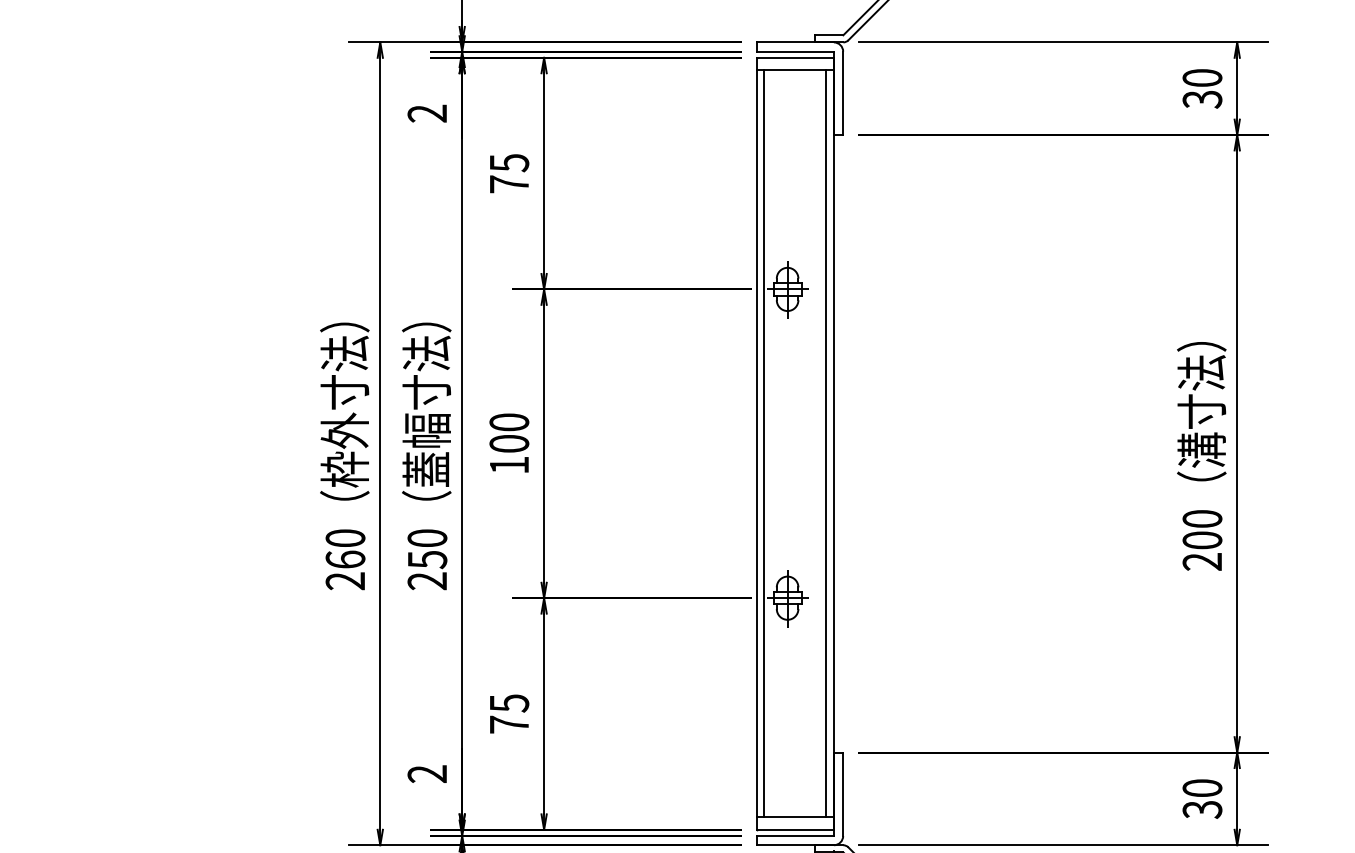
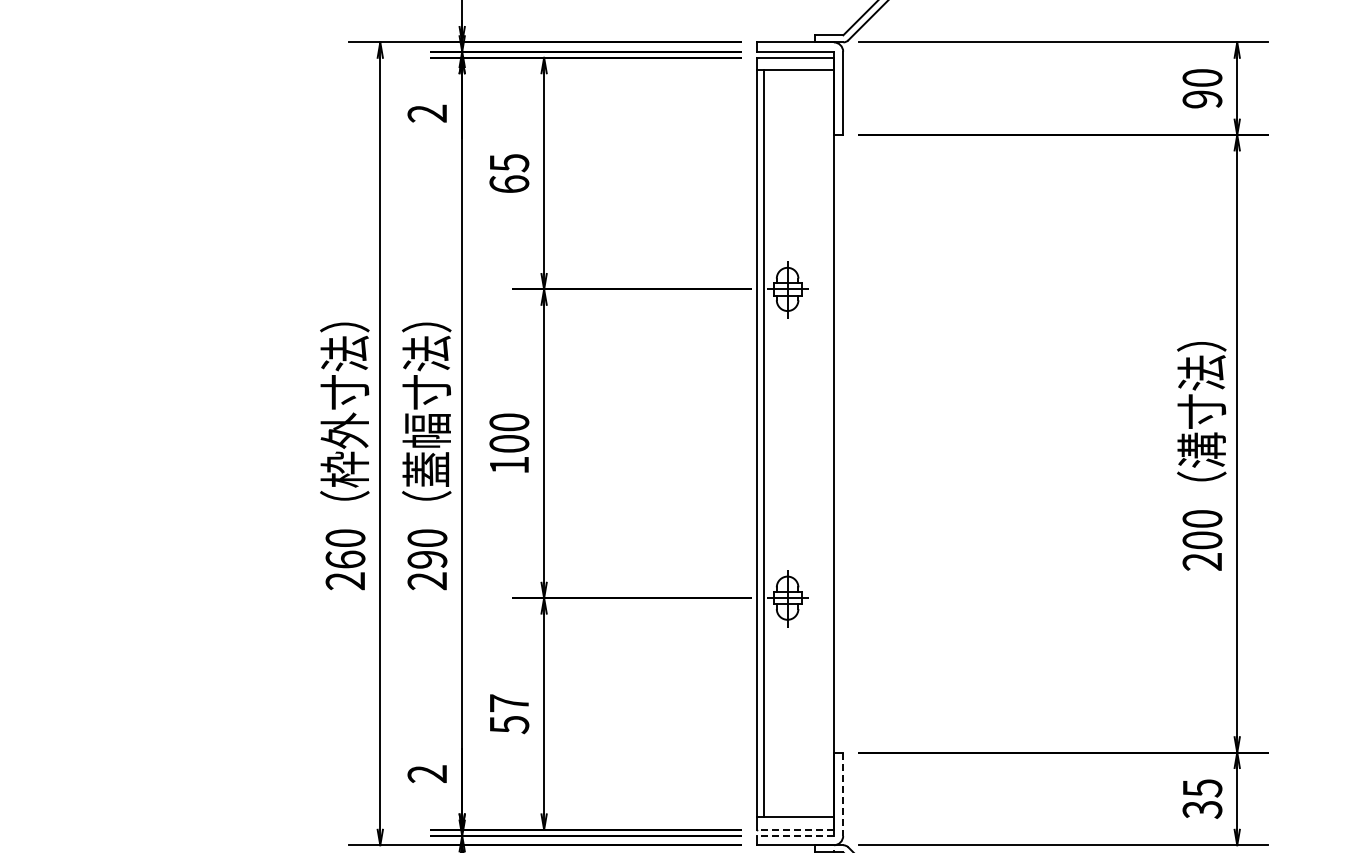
text at (1202, 99): 30 -> 90
text at (509, 184): 75 -> 65
line at (826, 443): present -> none
text at (427, 560): 250 -> 290
text at (509, 714): 75 -> 57
text at (1202, 788): 30 -> 35
line at (843, 794): solid -> dashed
line at (795, 829): solid -> dashed
line at (795, 835): solid -> dashed
